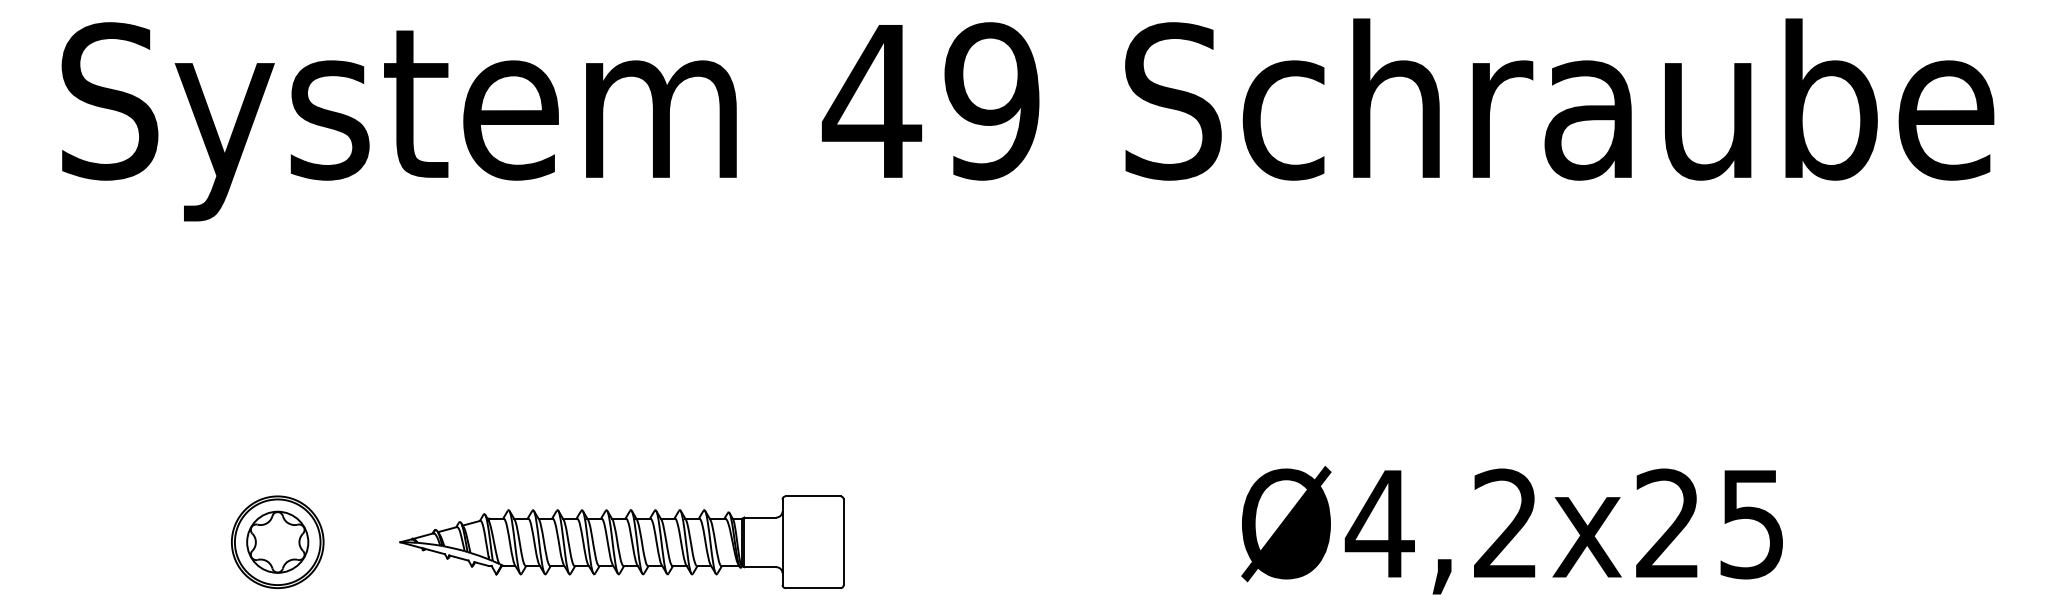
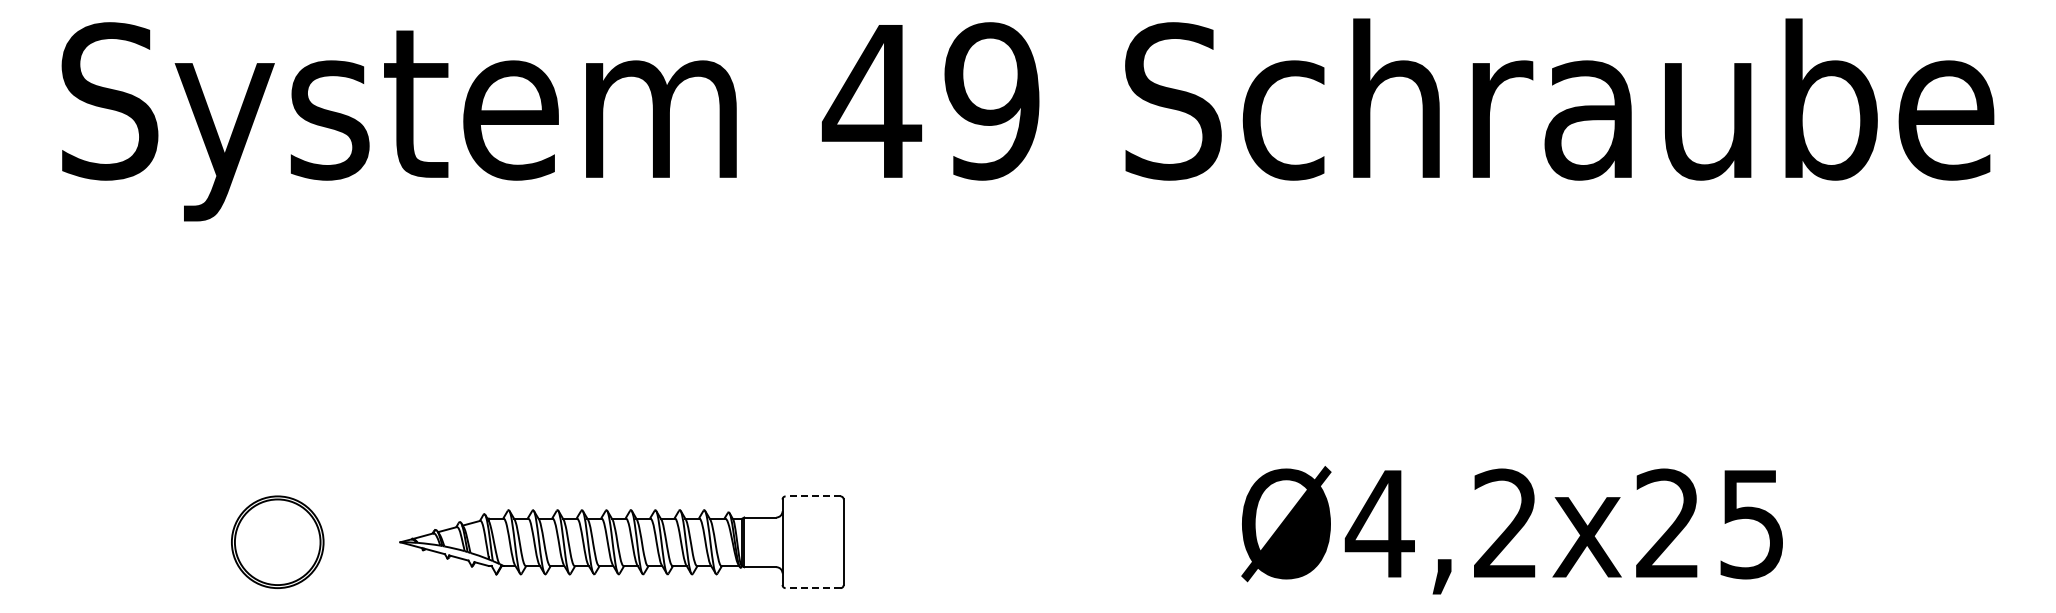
line at (813, 496): solid -> dashed
part at (277, 541): present -> none
line at (813, 588): solid -> dashed
